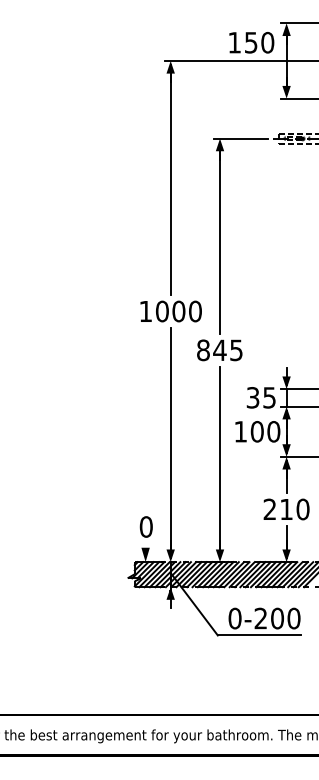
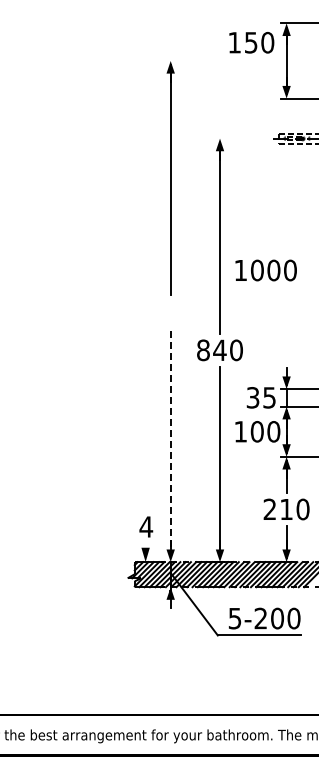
line at (239, 60): present -> none
line at (240, 138): present -> none
text at (170, 311) position: (170, 311) -> (265, 270)
text at (236, 350): 845 -> 840
line at (170, 443): solid -> dashed
text at (146, 526): 0 -> 4
text at (234, 618): 0-200 -> 5-200
